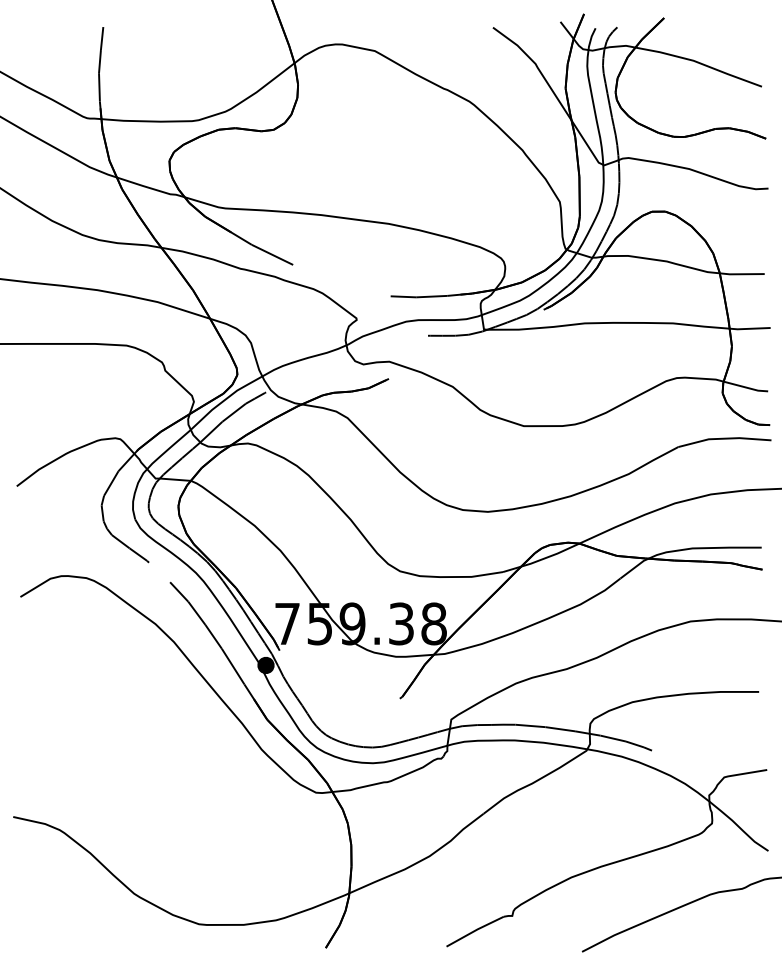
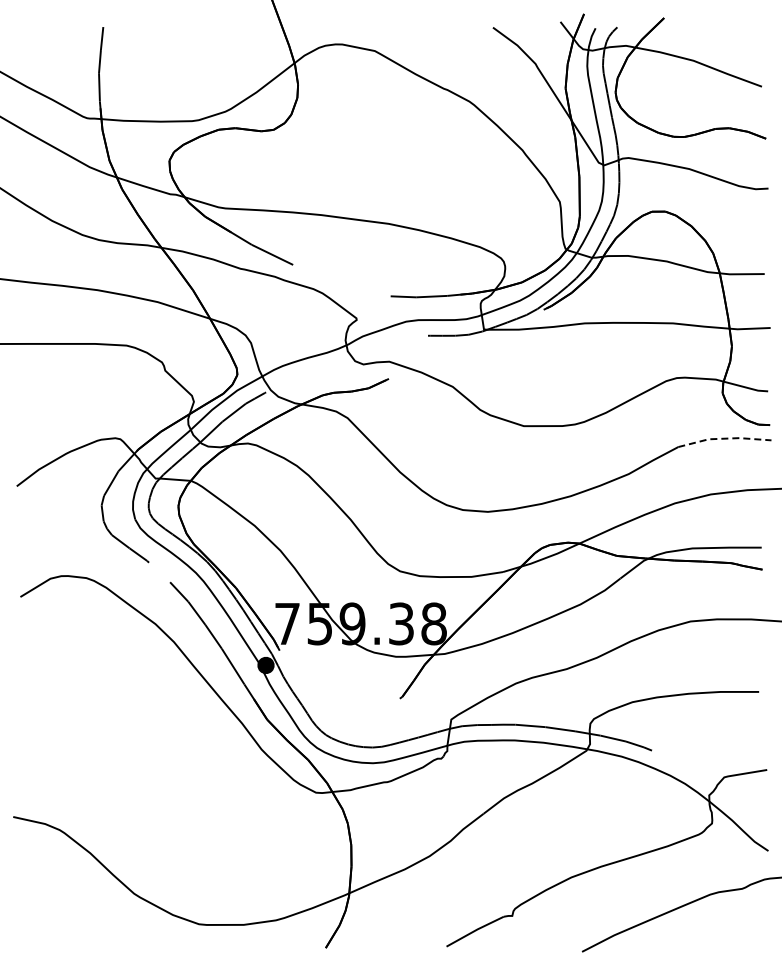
line at (724, 438): solid -> dashed
